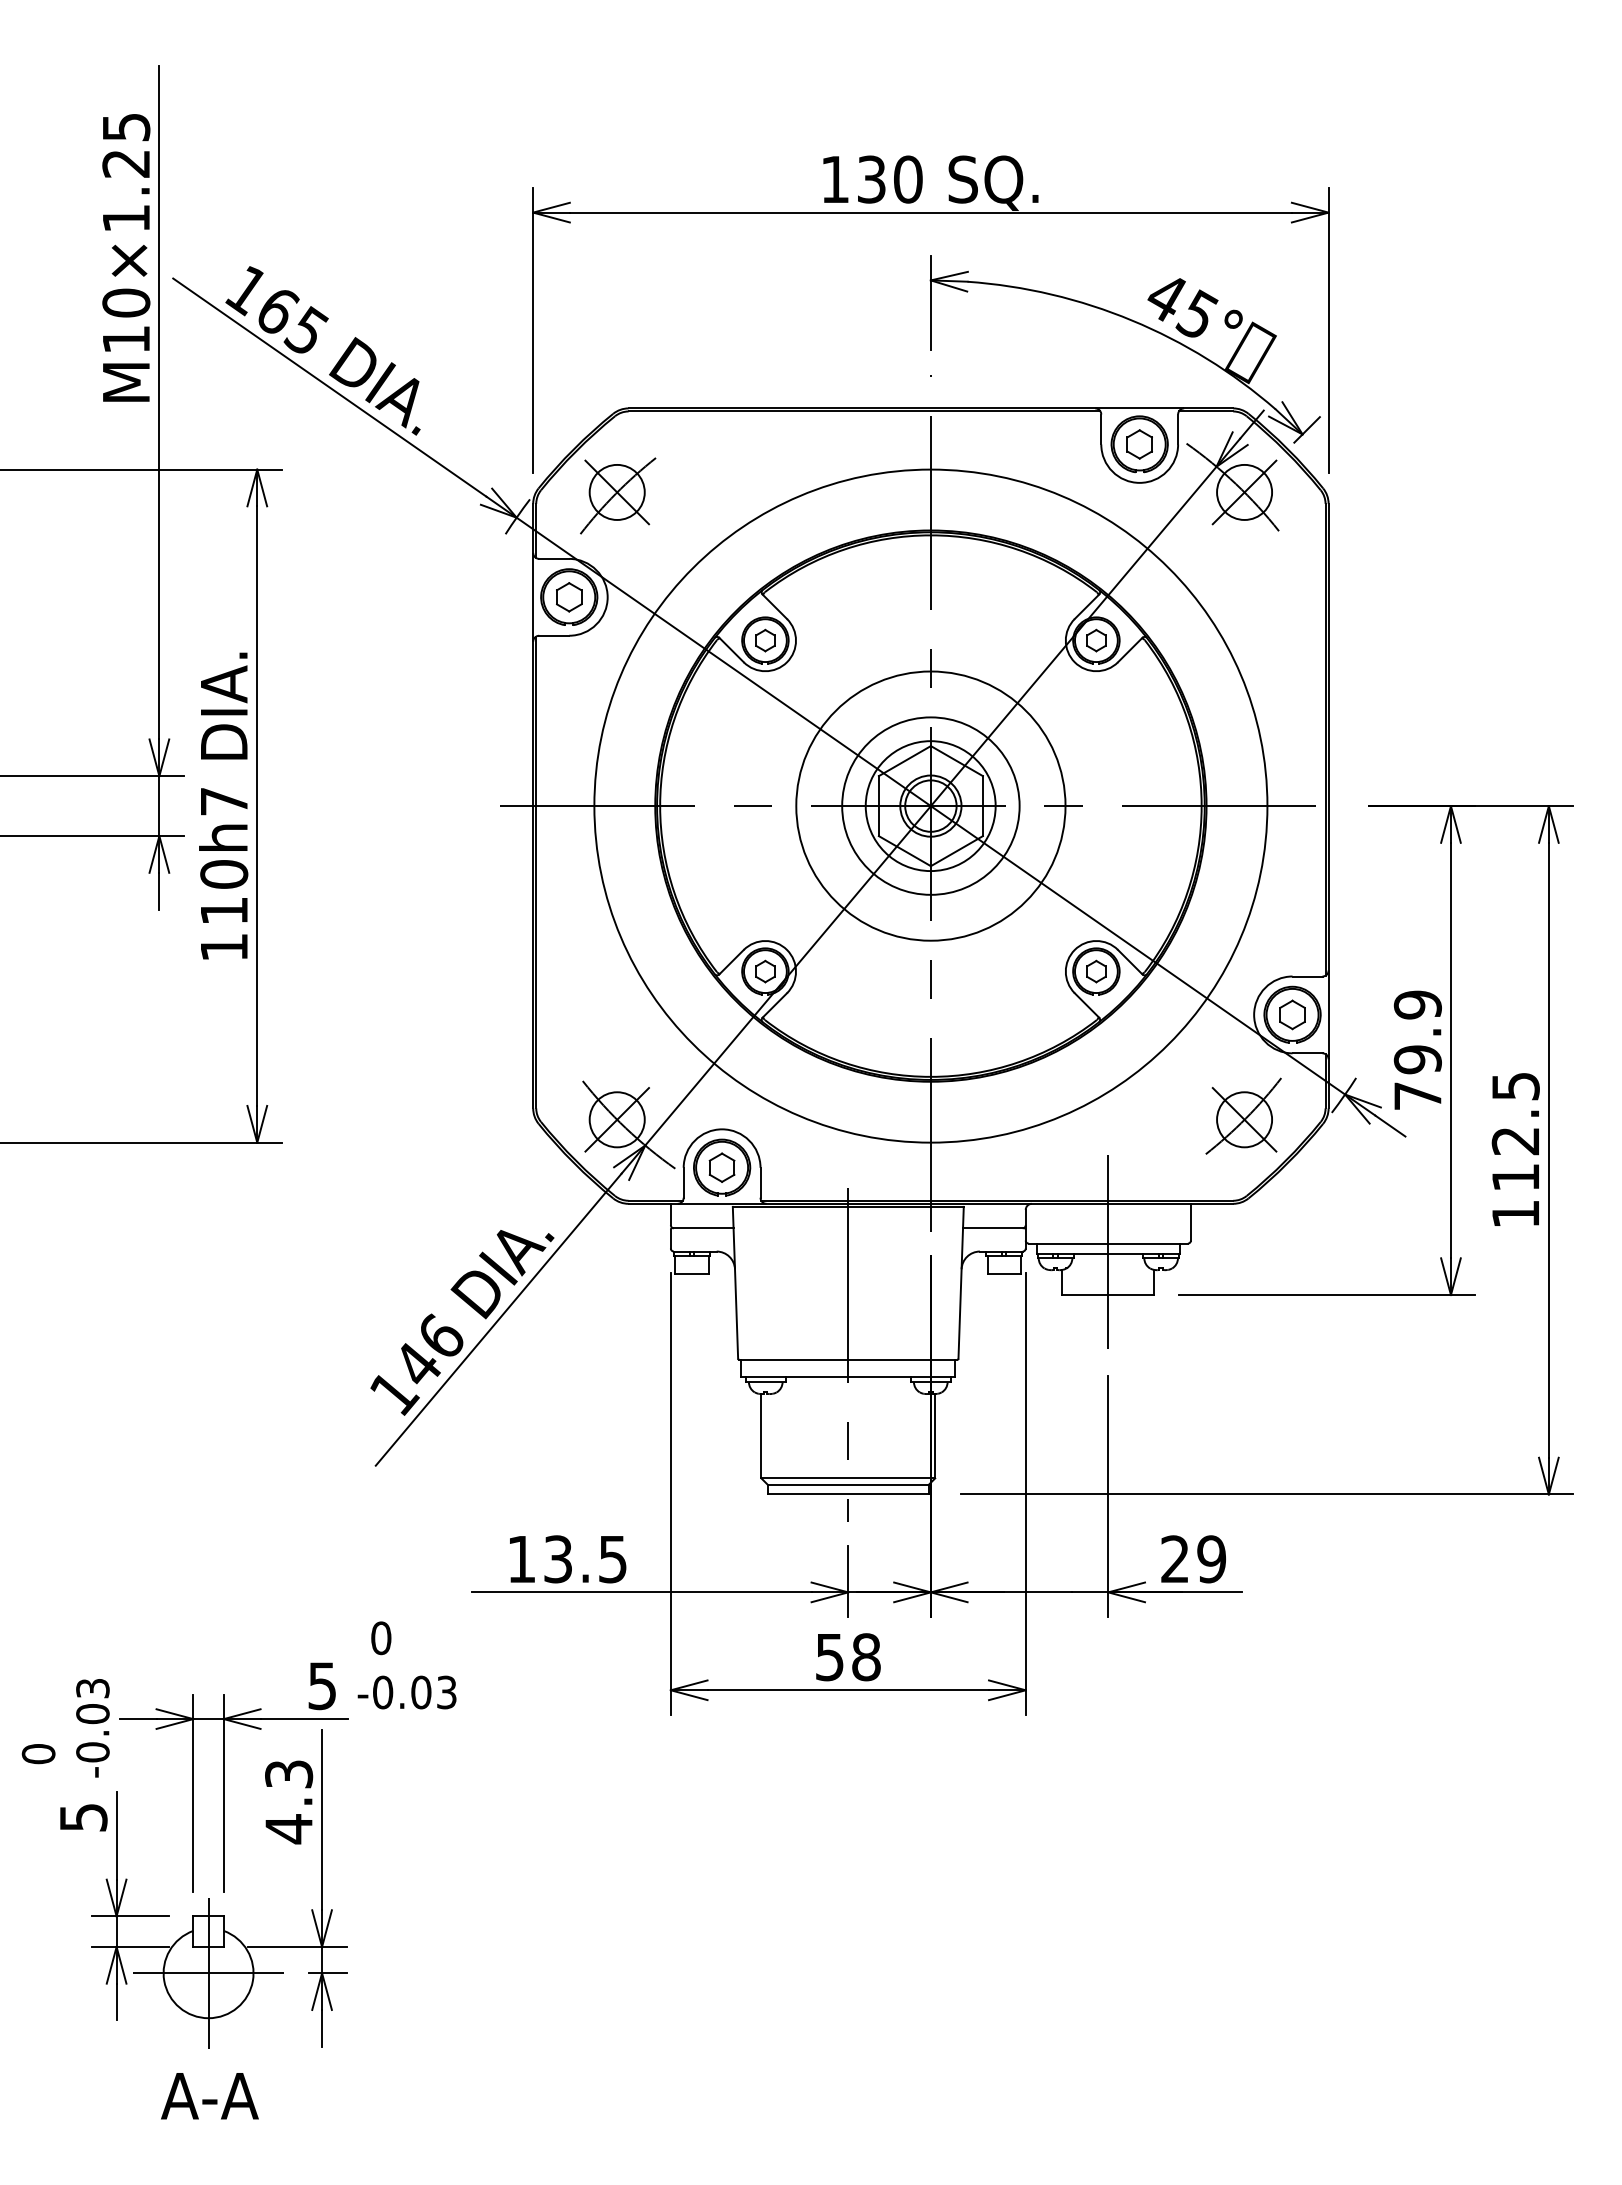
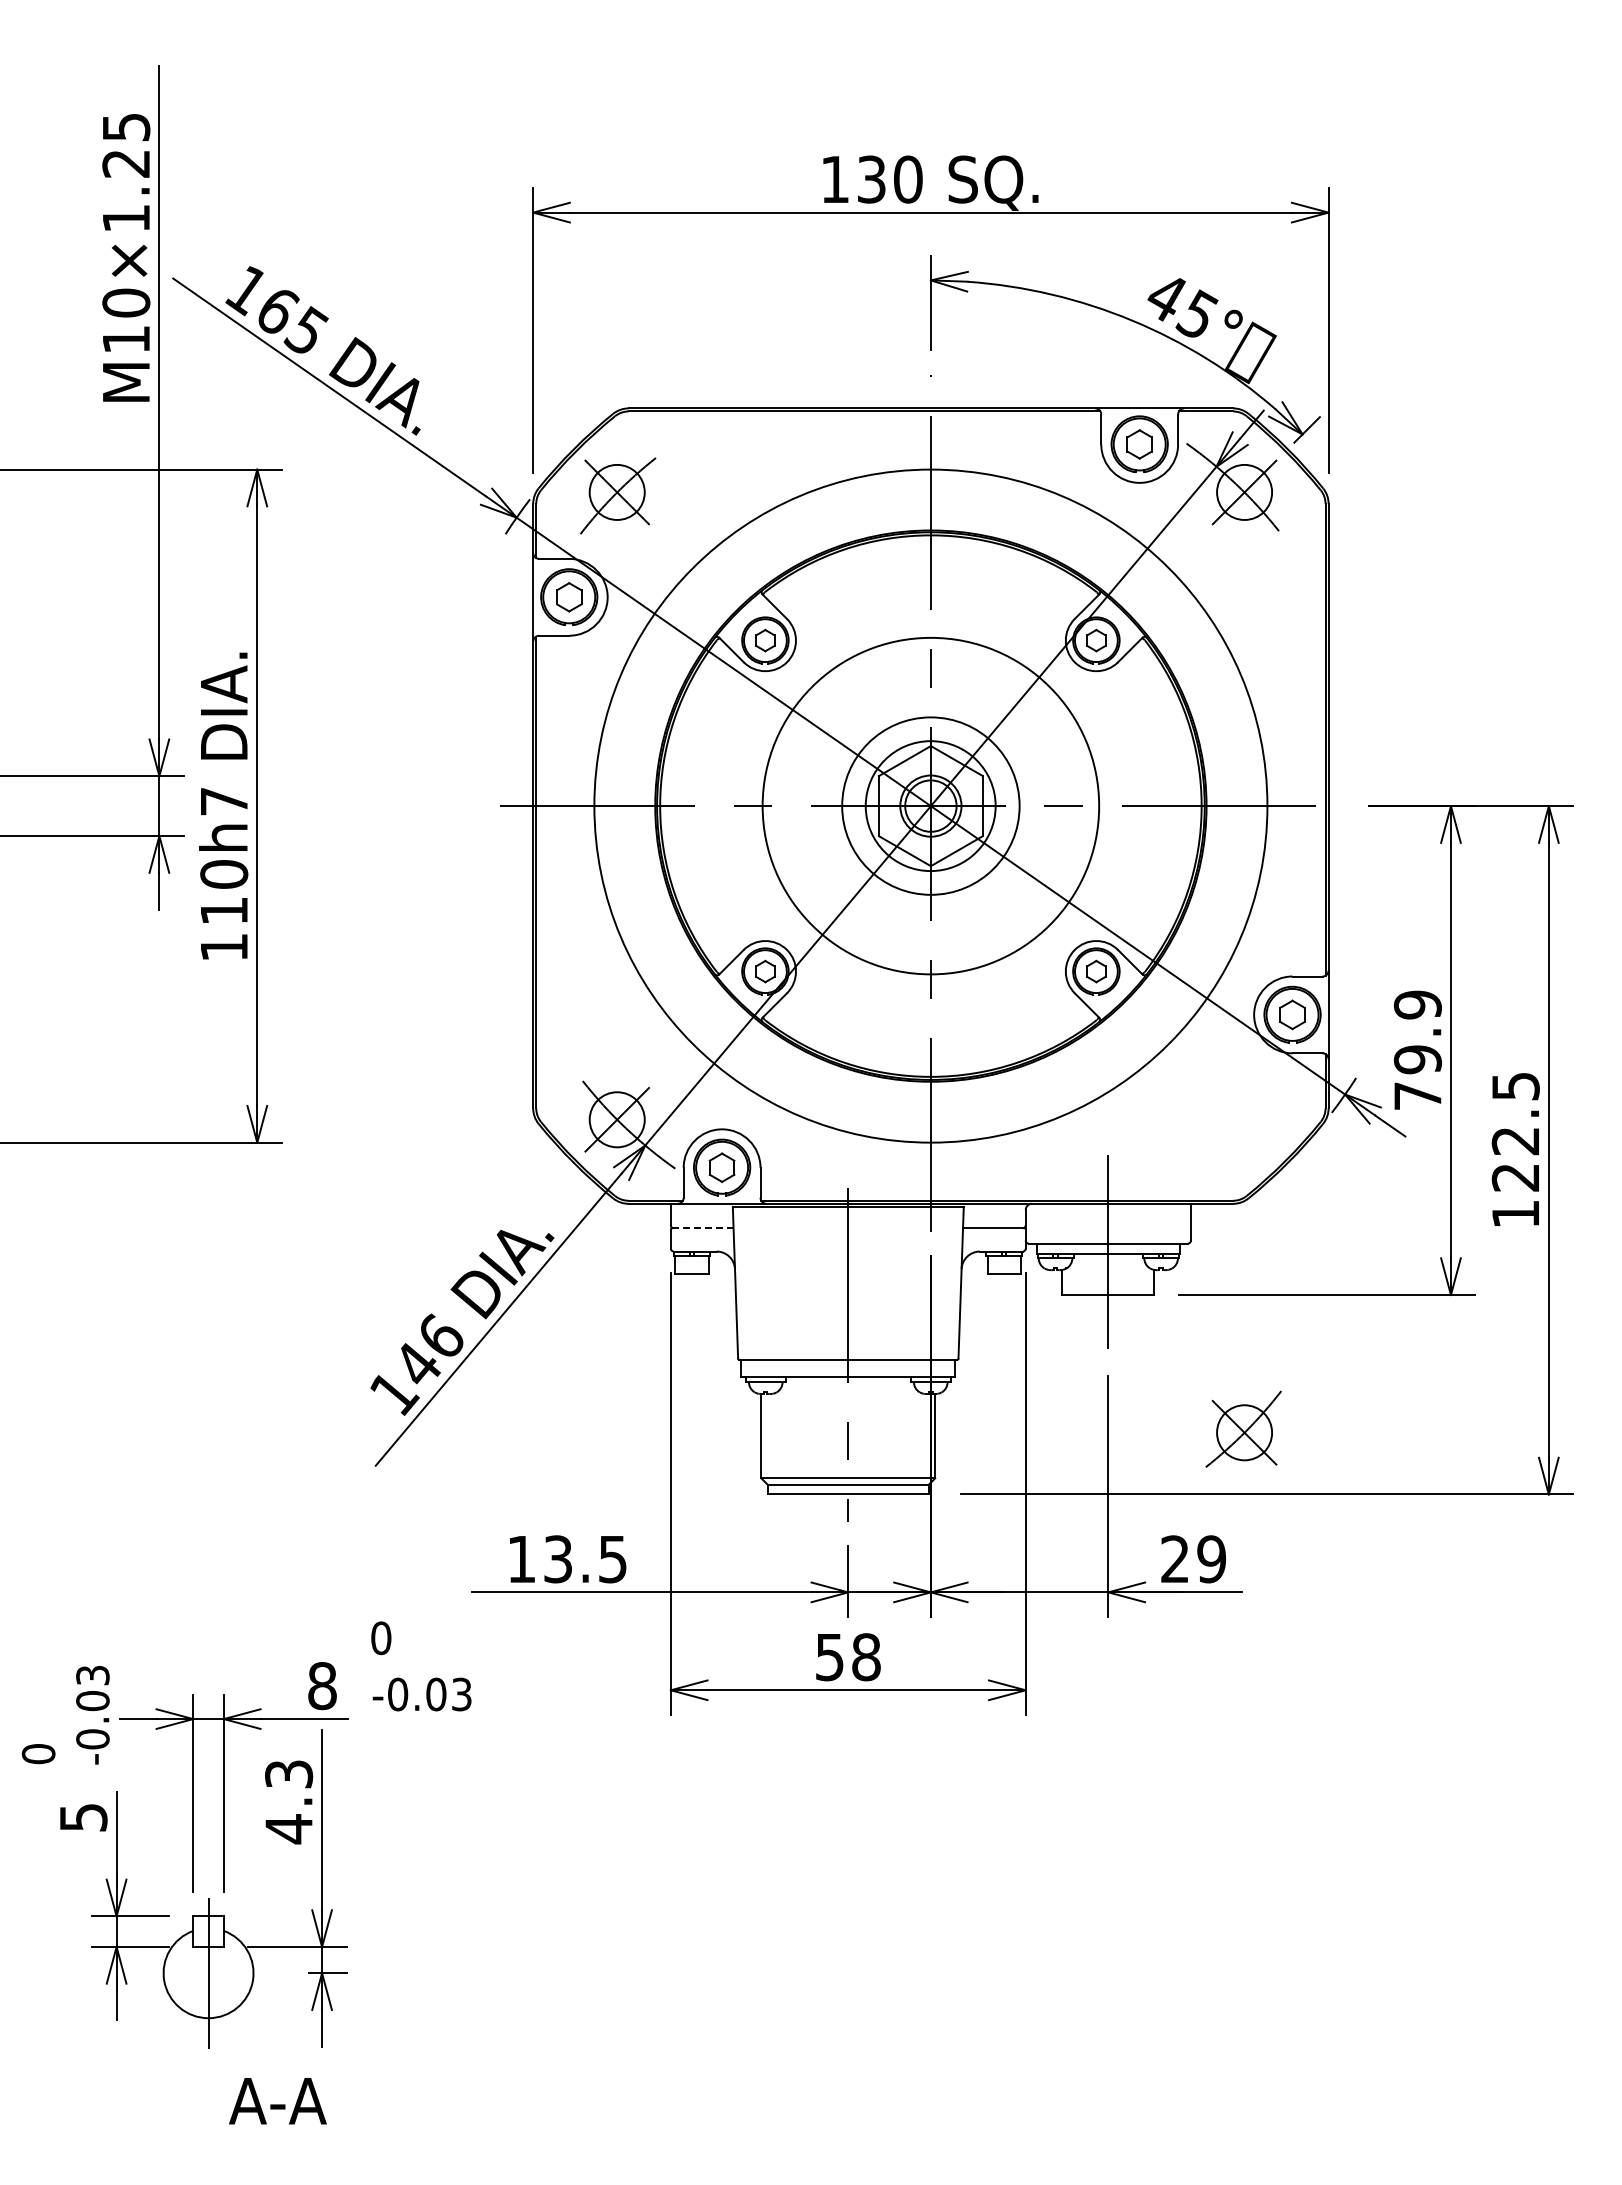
circle at (930, 805) diameter: 269 px -> 337 px
part at (1243, 1115) position: (1243, 1115) -> (1243, 1428)
text at (1514, 1177): 112.5 -> 122.5
line at (702, 1228): solid -> dashed
text at (322, 1686): 5 -> 8
text at (406, 1692) position: (406, 1692) -> (421, 1694)
text at (92, 1728) position: (92, 1728) -> (92, 1715)
line at (208, 1973): present -> none
text at (209, 2096) position: (209, 2096) -> (277, 2101)
